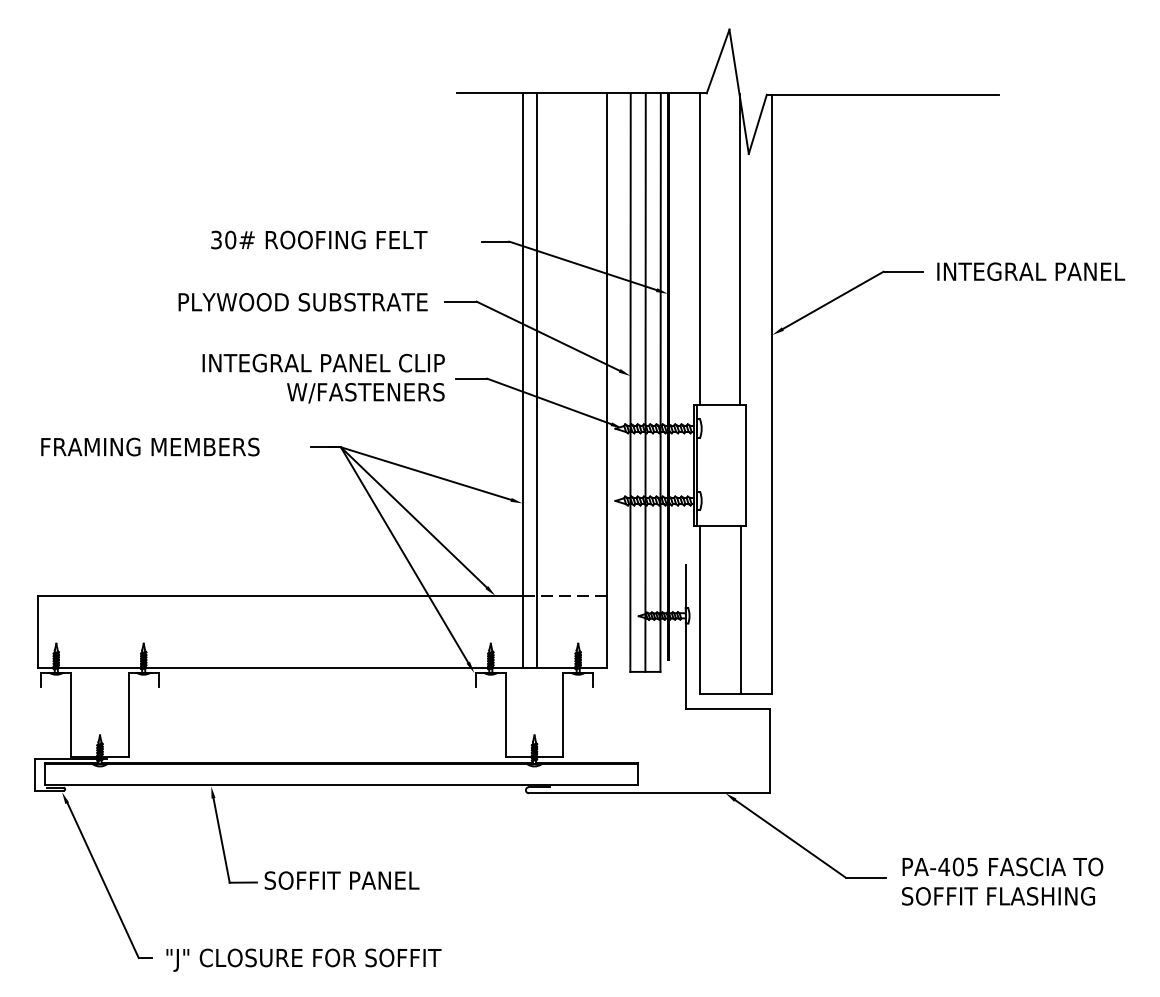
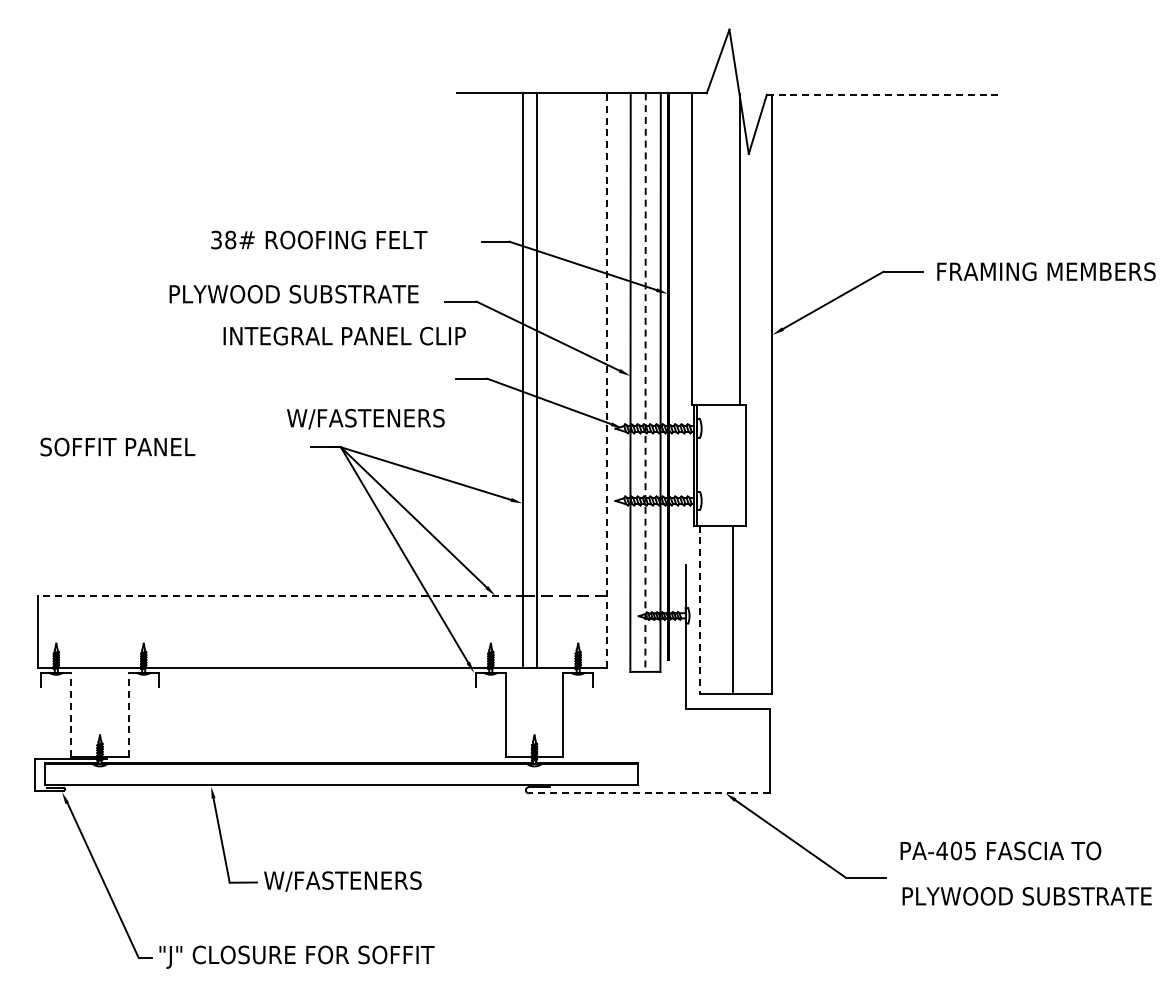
line at (883, 94): solid -> dashed
text at (230, 240): 30# -> 38#
line at (700, 249) position: (700, 249) -> (692, 249)
text at (1047, 271): INTEGRAL PANEL -> FRAMING MEMBERS
text at (302, 302) position: (302, 302) -> (293, 294)
text at (323, 362) position: (323, 362) -> (344, 335)
line at (606, 380): solid -> dashed
line at (645, 383): solid -> dashed
text at (365, 393) position: (365, 393) -> (365, 419)
text at (149, 446): FRAMING MEMBERS -> SOFFIT PANEL
line at (279, 595): solid -> dashed
line at (740, 609) position: (740, 609) -> (732, 609)
line at (700, 610): solid -> dashed
line at (71, 714): solid -> dashed
line at (128, 714): solid -> dashed
line at (648, 793): solid -> dashed
text at (1002, 866) position: (1002, 866) -> (1000, 850)
text at (342, 881): SOFFIT PANEL -> W/FASTENERS
text at (1026, 896): SOFFIT FLASHING -> PLYWOOD SUBSTRATE
text at (303, 959) position: (303, 959) -> (296, 956)
